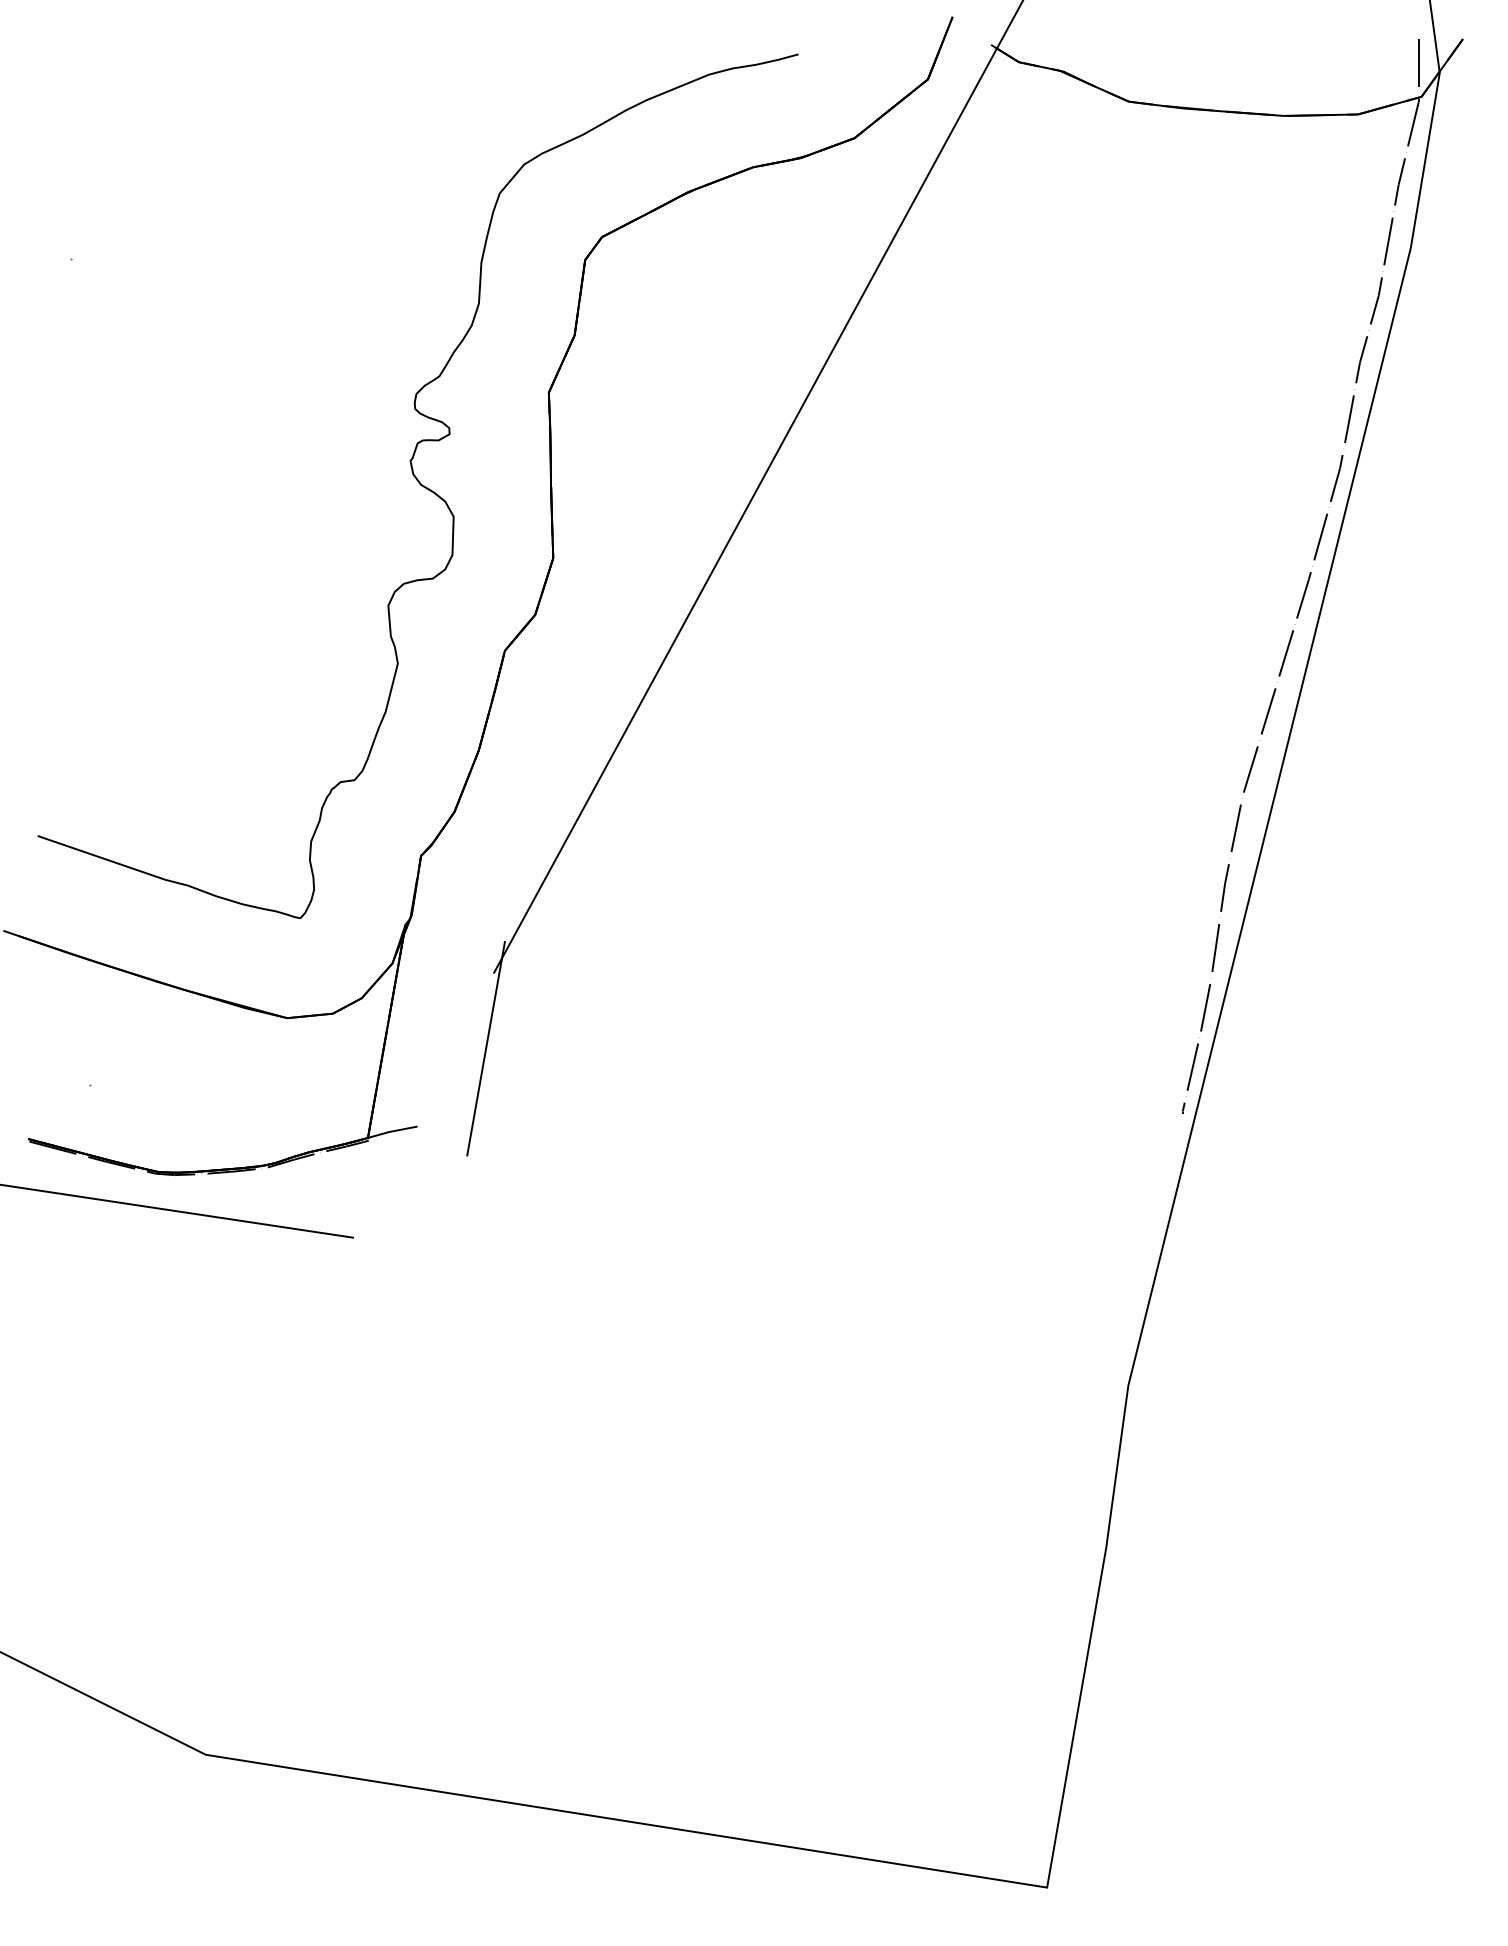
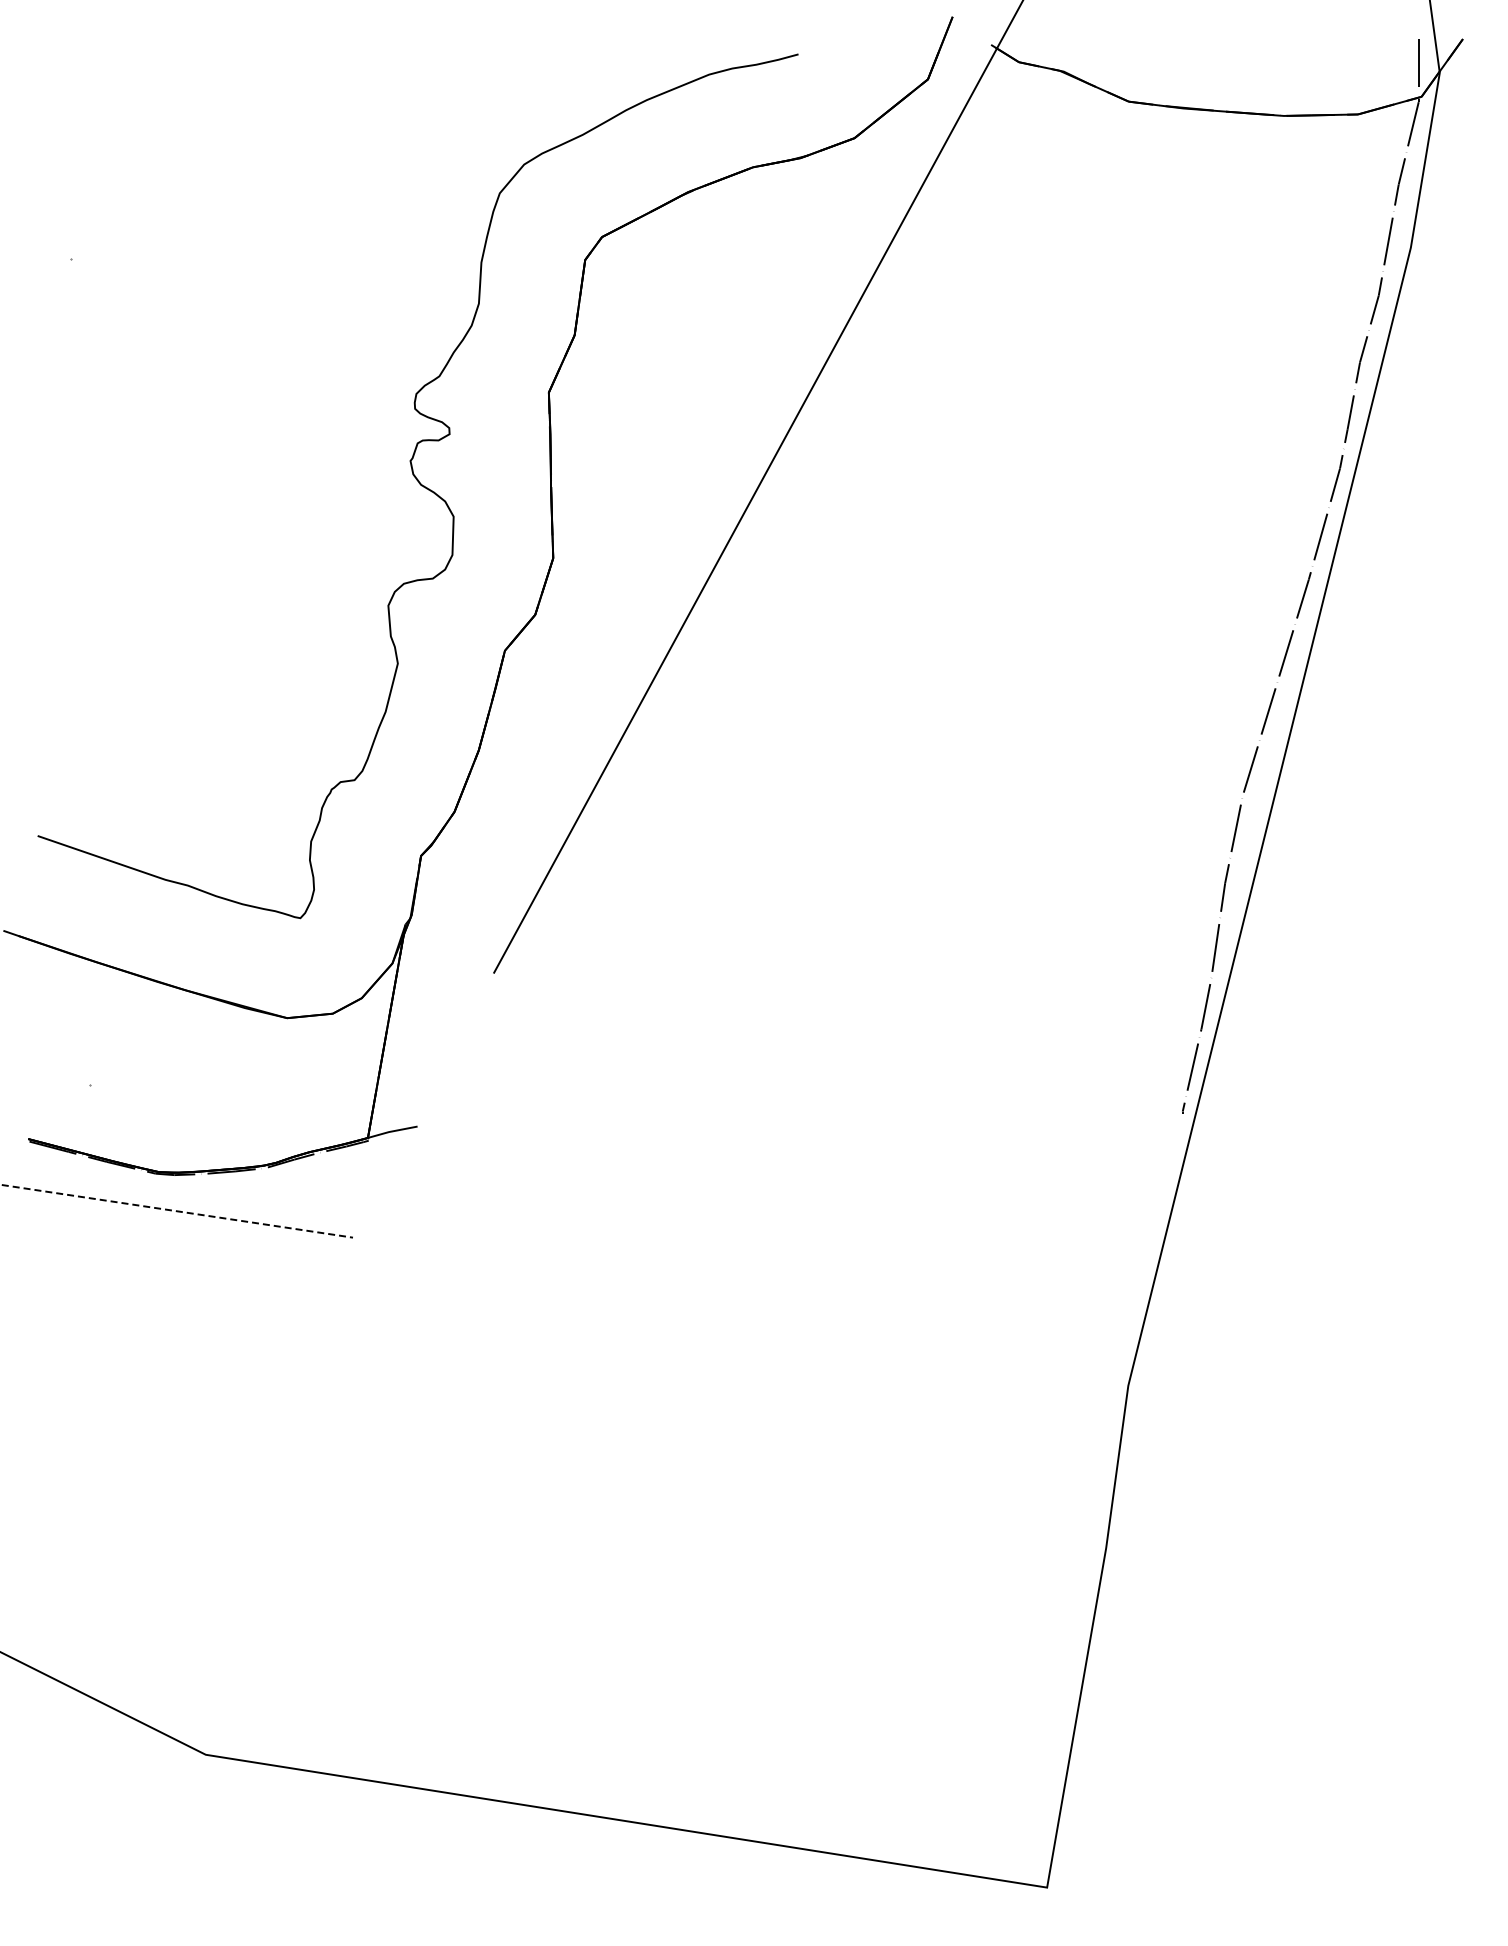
line at (485, 1048): present -> none
line at (177, 1211): solid -> dashed
